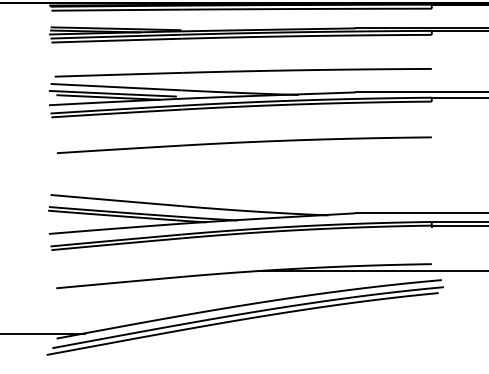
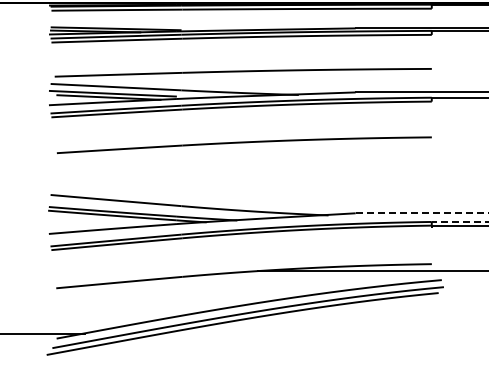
line at (422, 213): solid -> dashed
line at (459, 221): solid -> dashed
